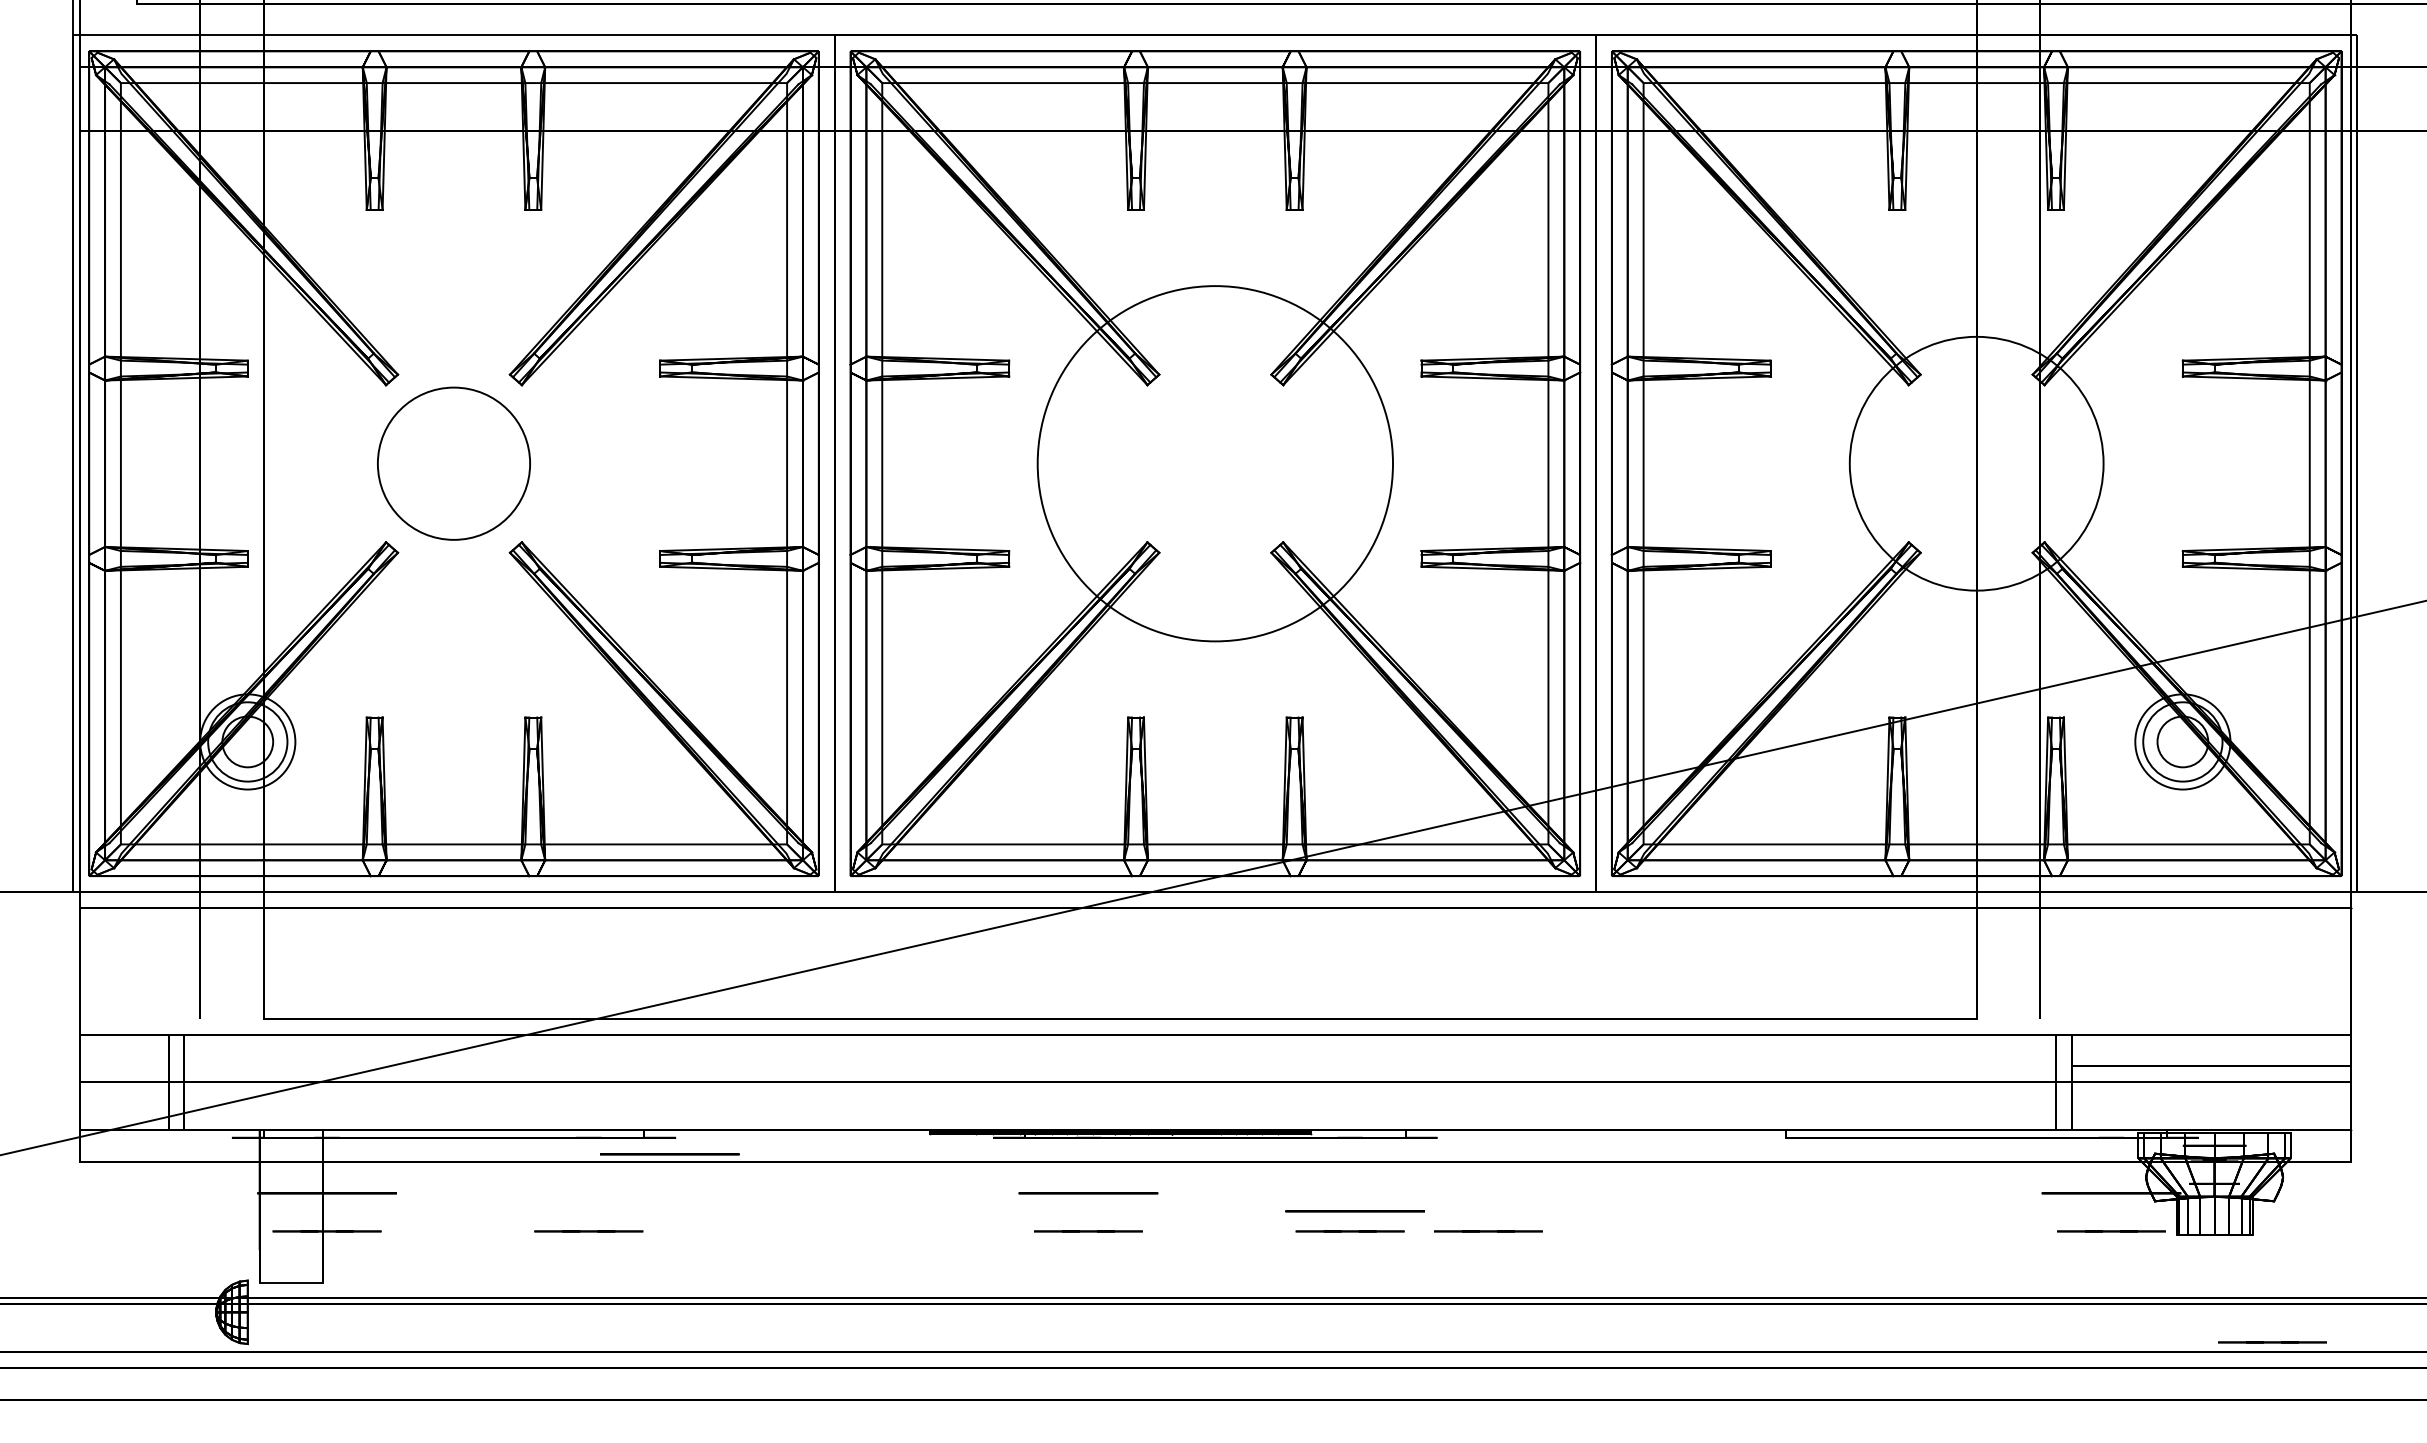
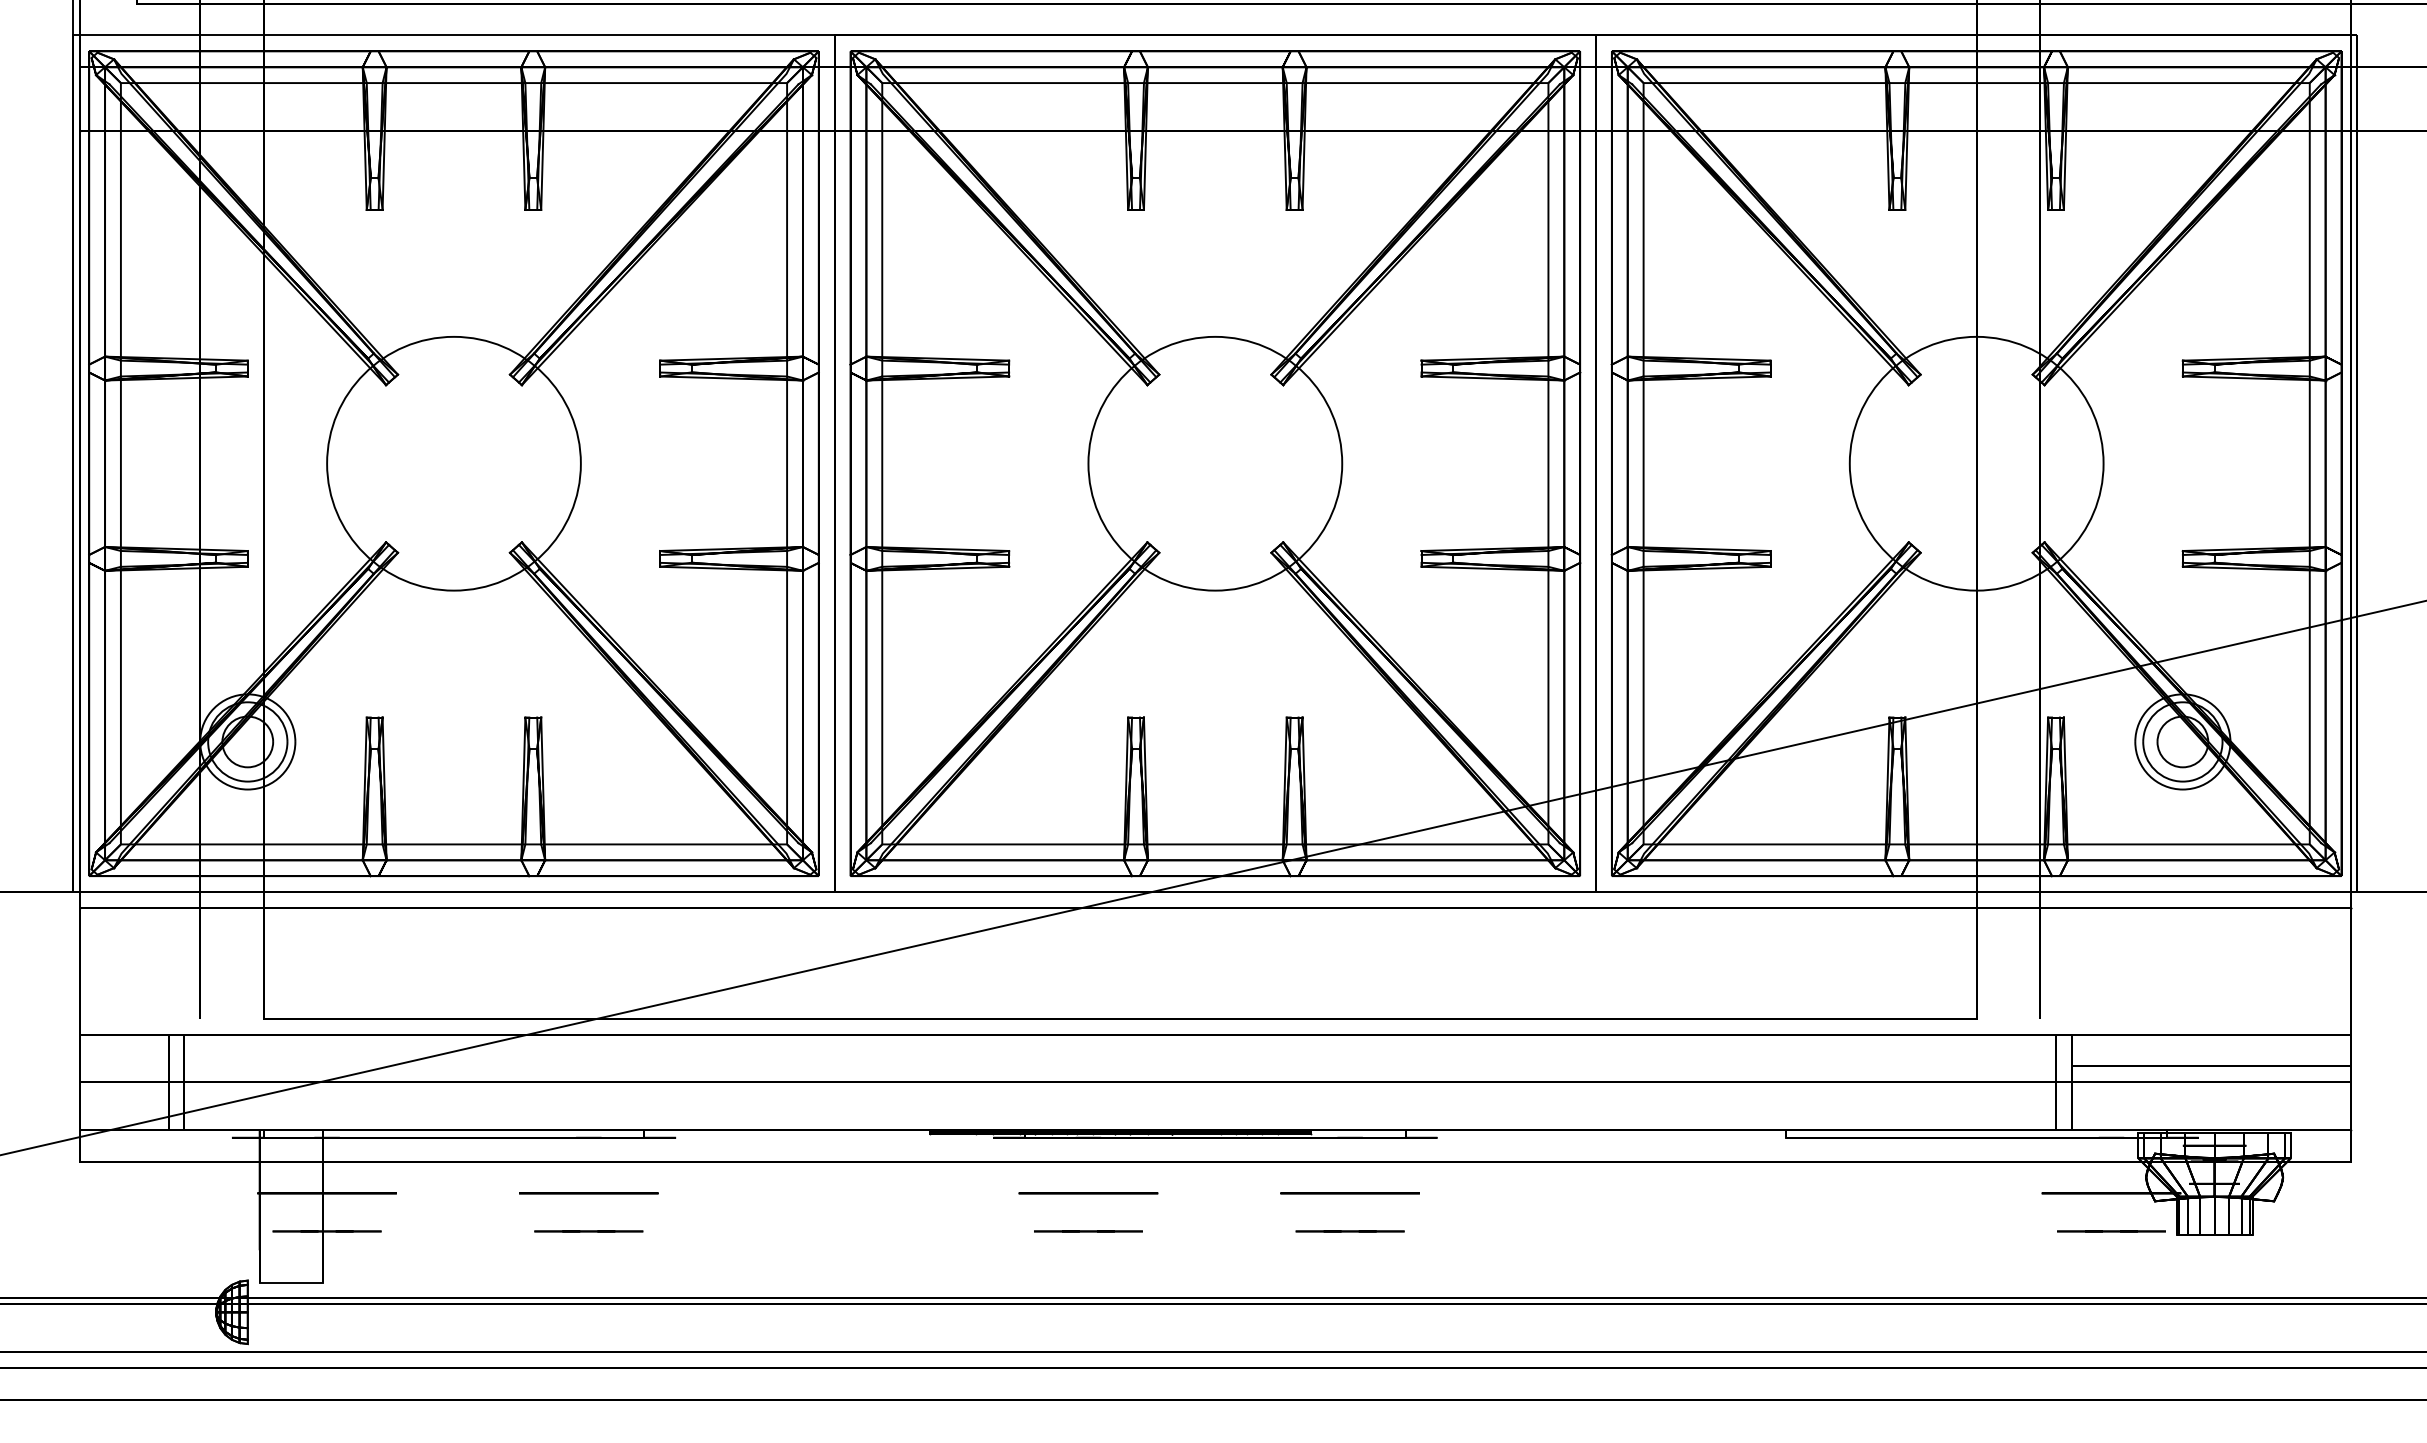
circle at (453, 463) diameter: 152 px -> 254 px
circle at (1214, 463) diameter: 355 px -> 254 px
circle at (669, 1154) position: (669, 1154) -> (588, 1193)
circle at (1354, 1211) position: (1354, 1211) -> (1349, 1193)
line at (1488, 1231): present -> none
line at (2272, 1342): present -> none
